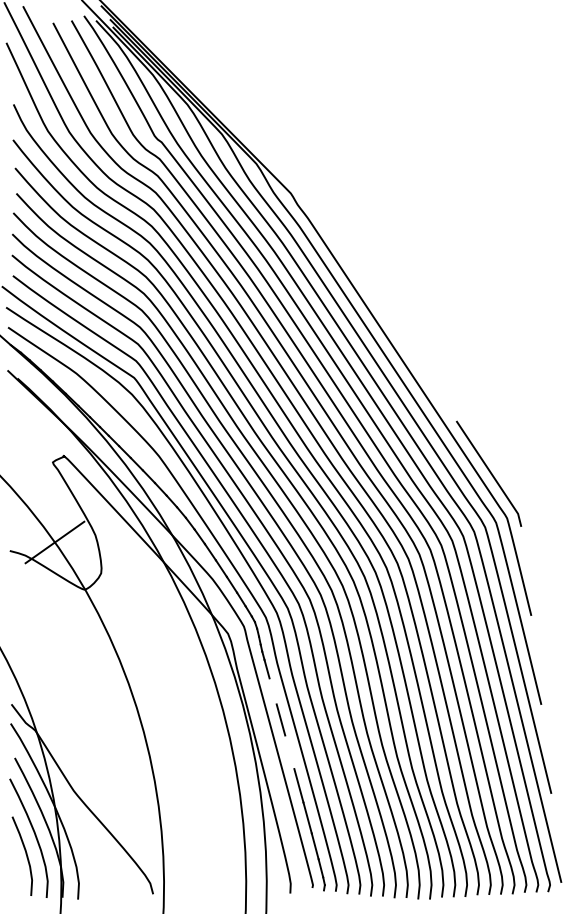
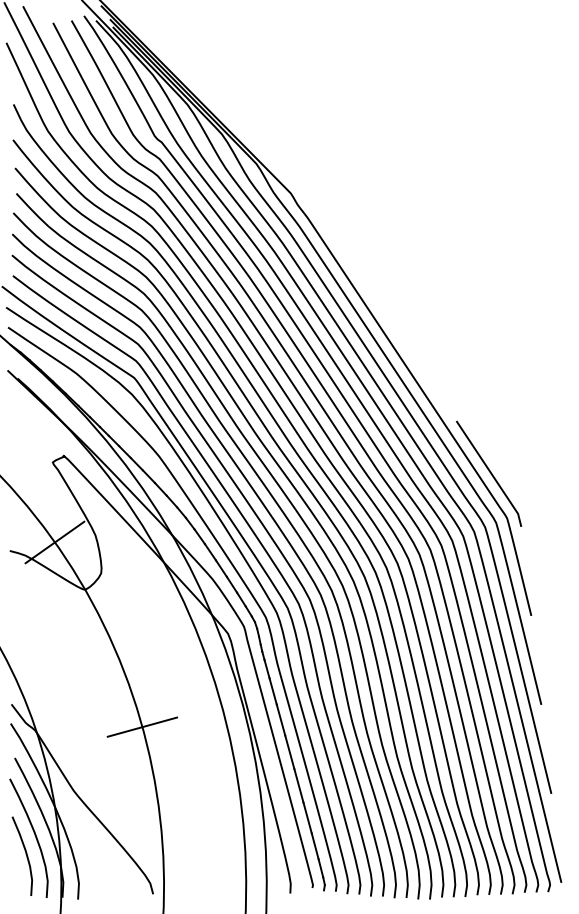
line at (272, 691): none -> present
line at (142, 726): none -> present
line at (289, 752): none -> present
